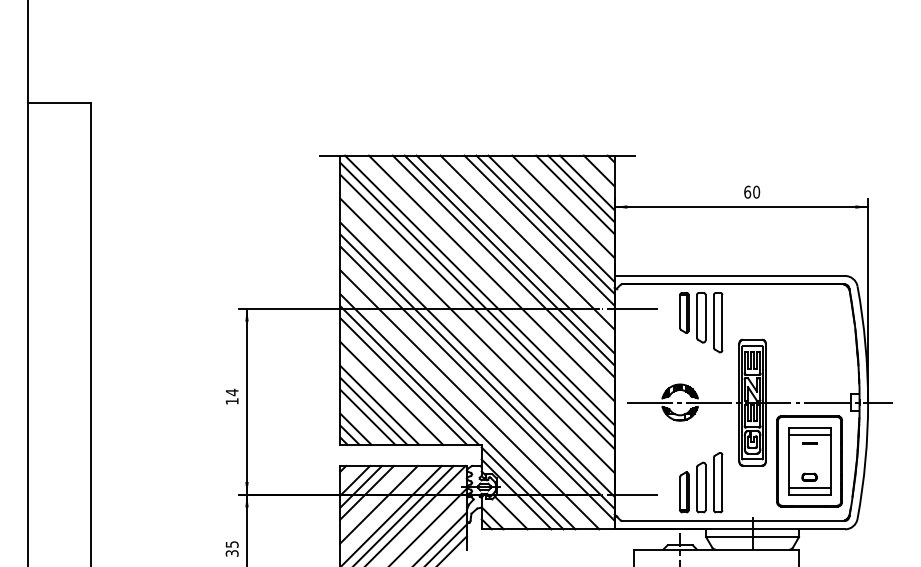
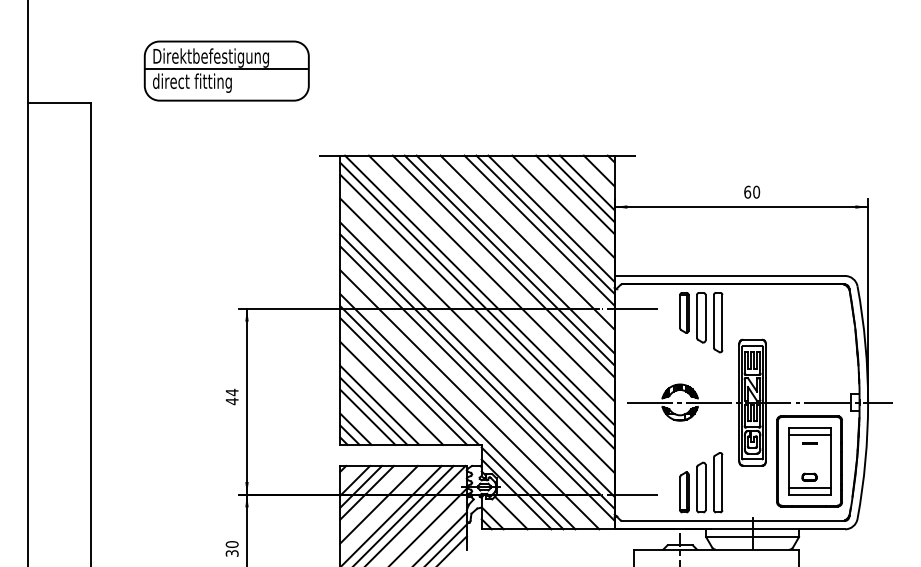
part at (226, 70): none -> present
text at (231, 401): 14 -> 44
text at (231, 544): 35 -> 30
